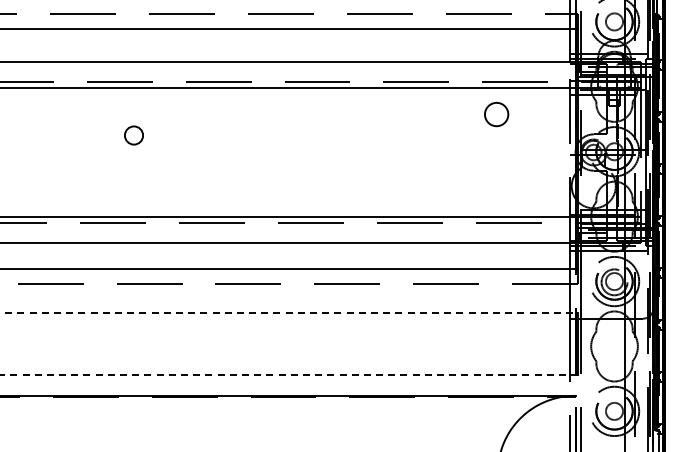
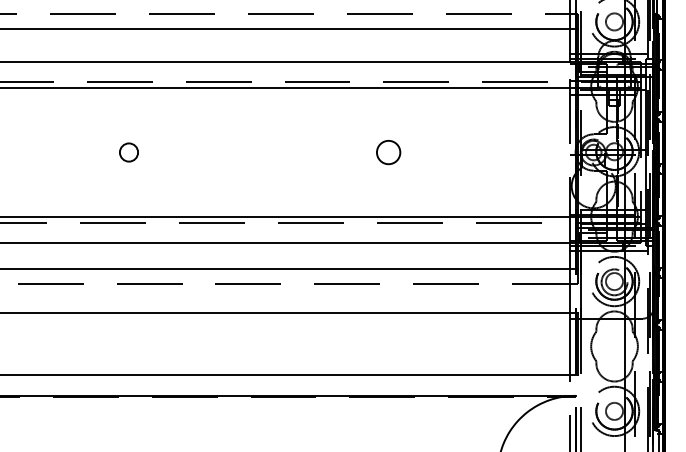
circle at (496, 114) position: (496, 114) -> (388, 152)
circle at (133, 135) position: (133, 135) -> (128, 152)
line at (289, 312): dashed -> solid
line at (289, 375): dashed -> solid
